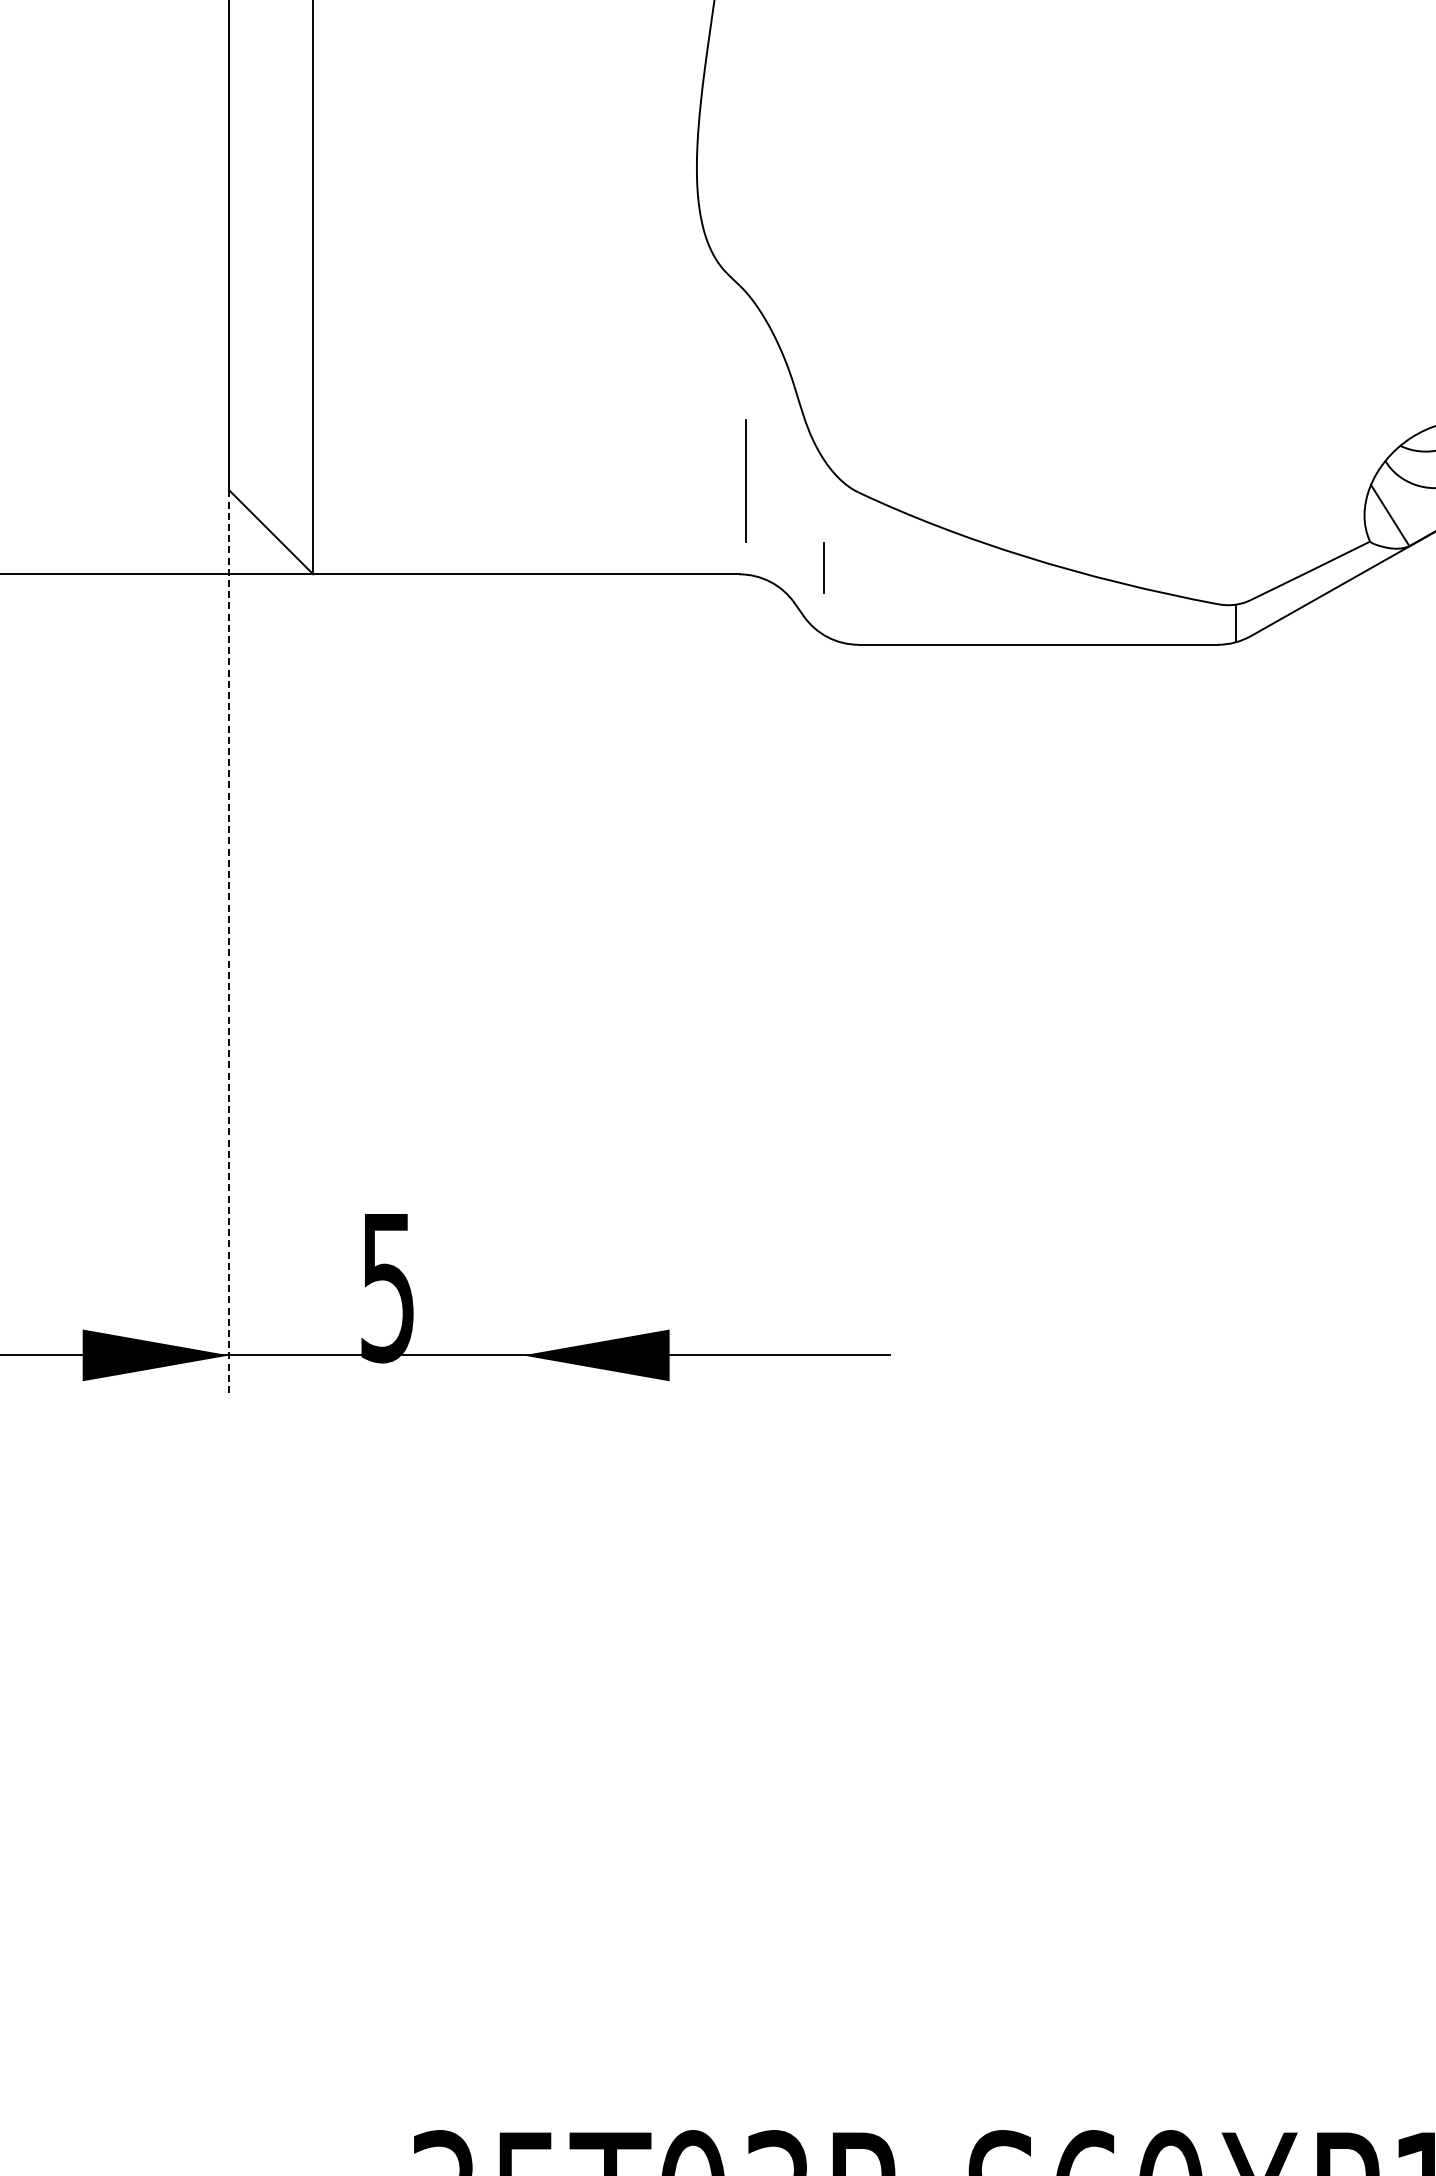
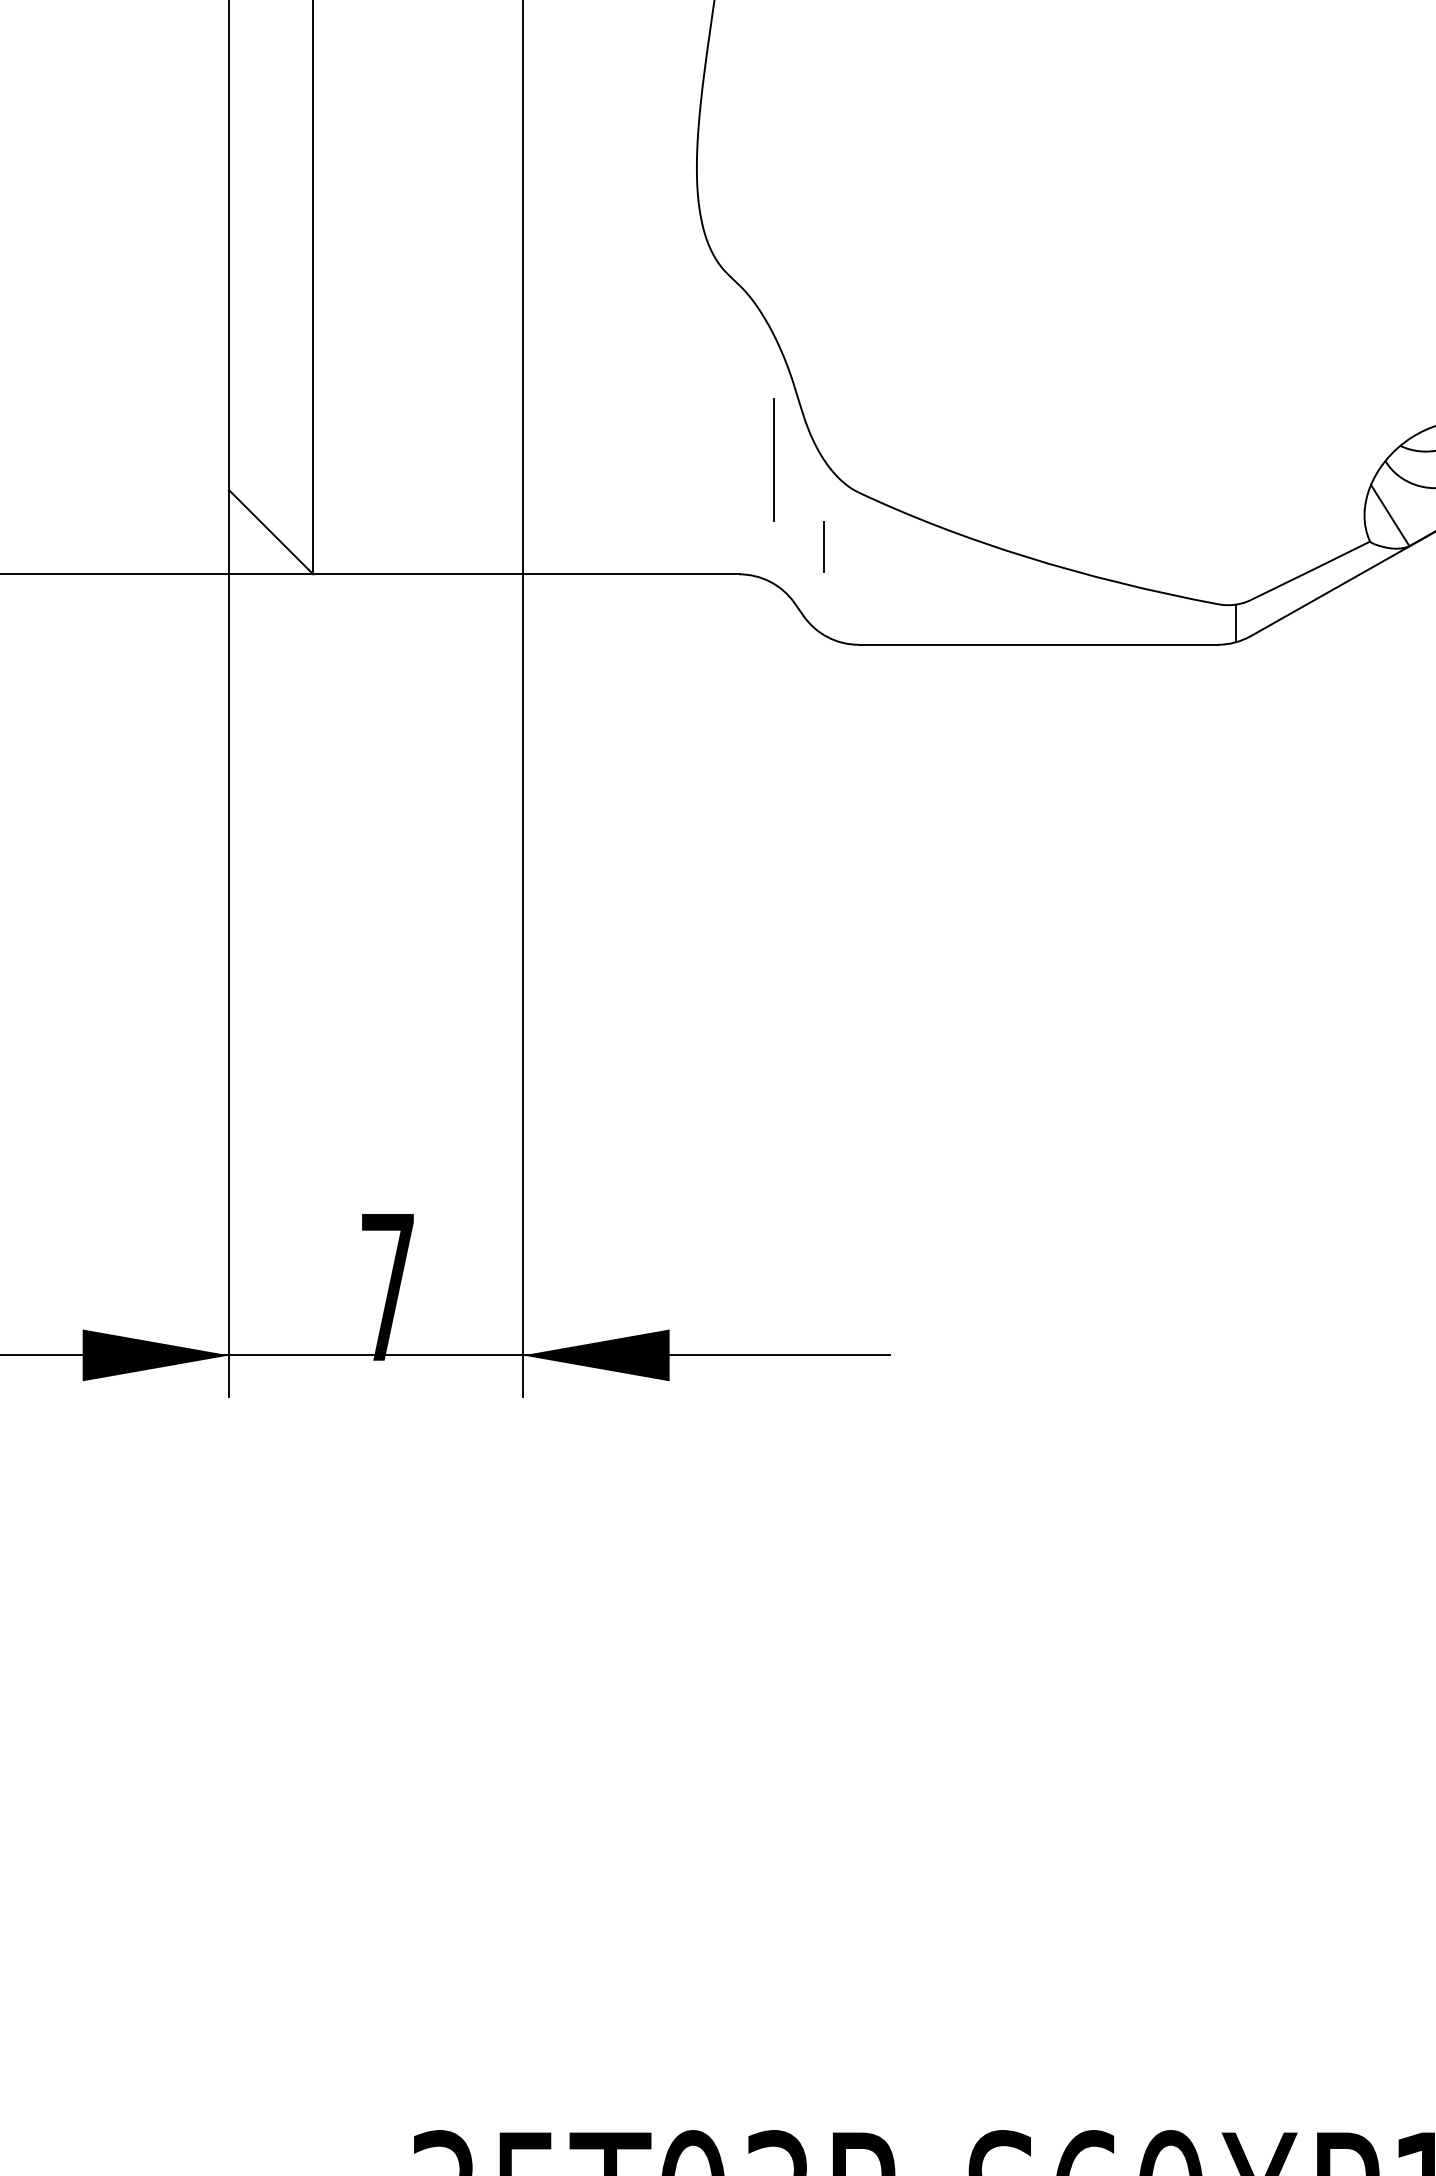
line at (745, 480) position: (745, 480) -> (773, 459)
line at (823, 567) position: (823, 567) -> (823, 546)
line at (522, 699): none -> present
line at (229, 944): dashed -> solid
text at (387, 1288): 5 -> 7
